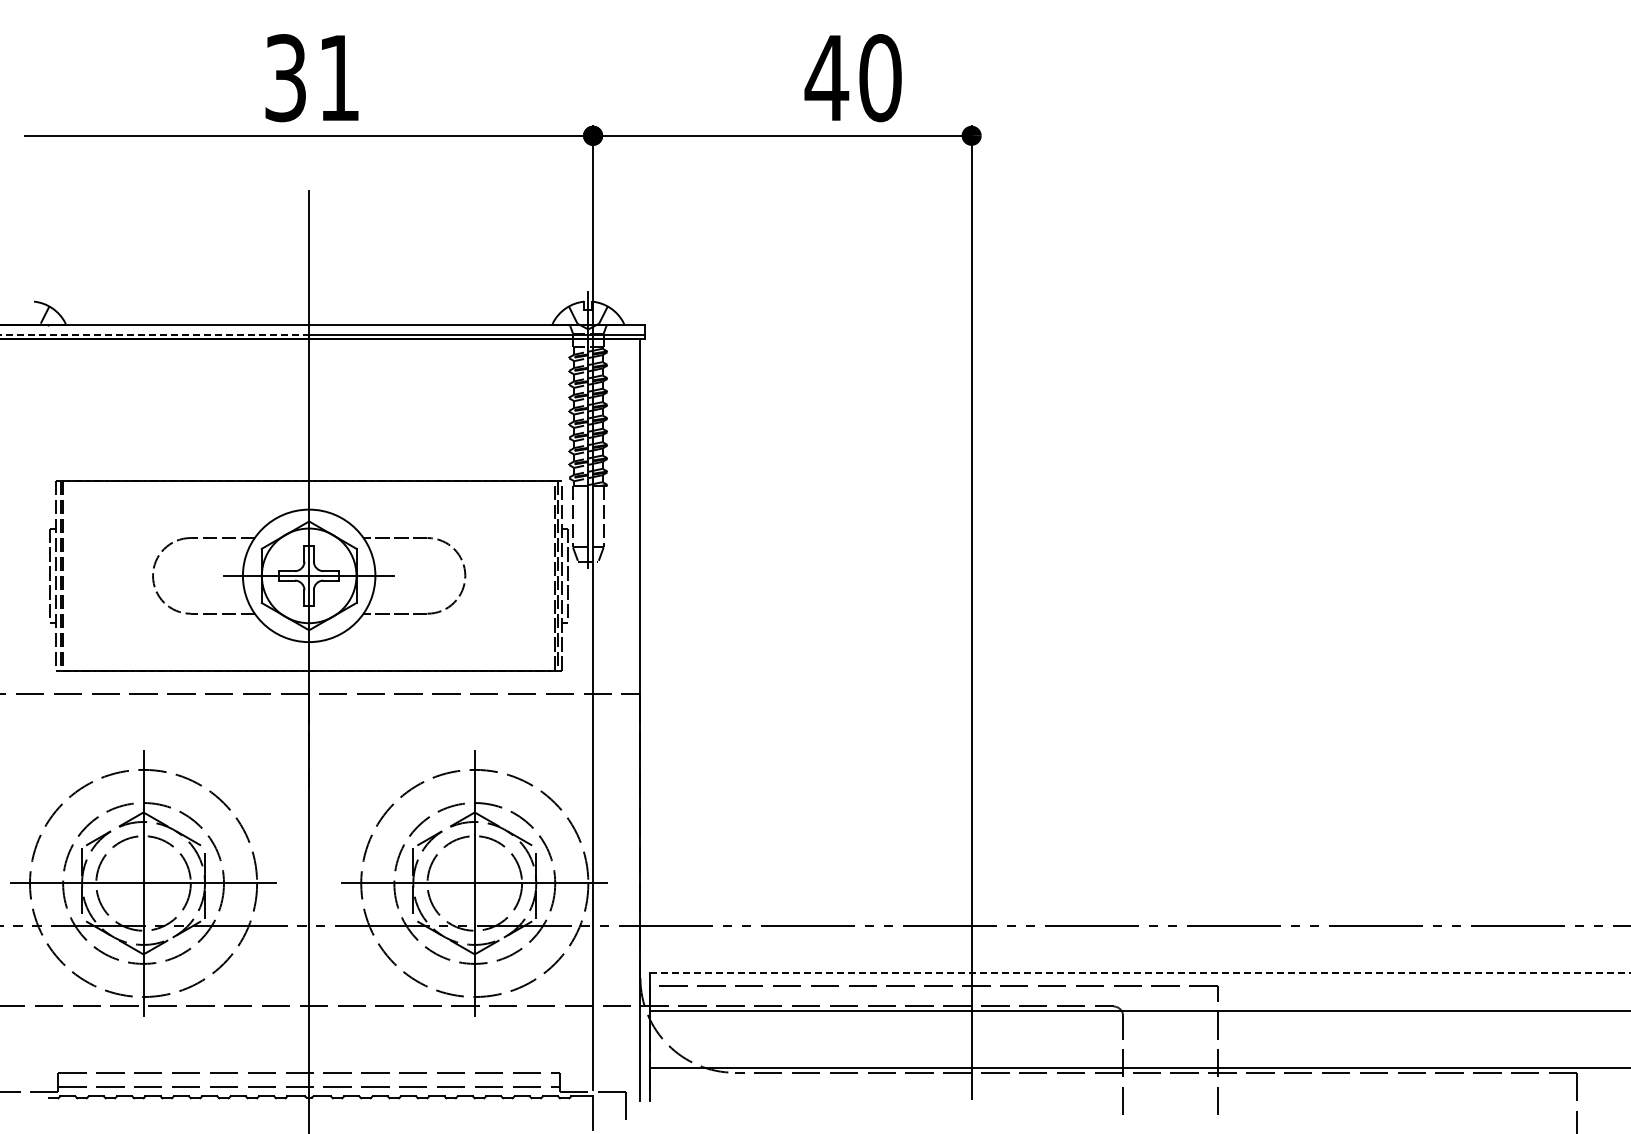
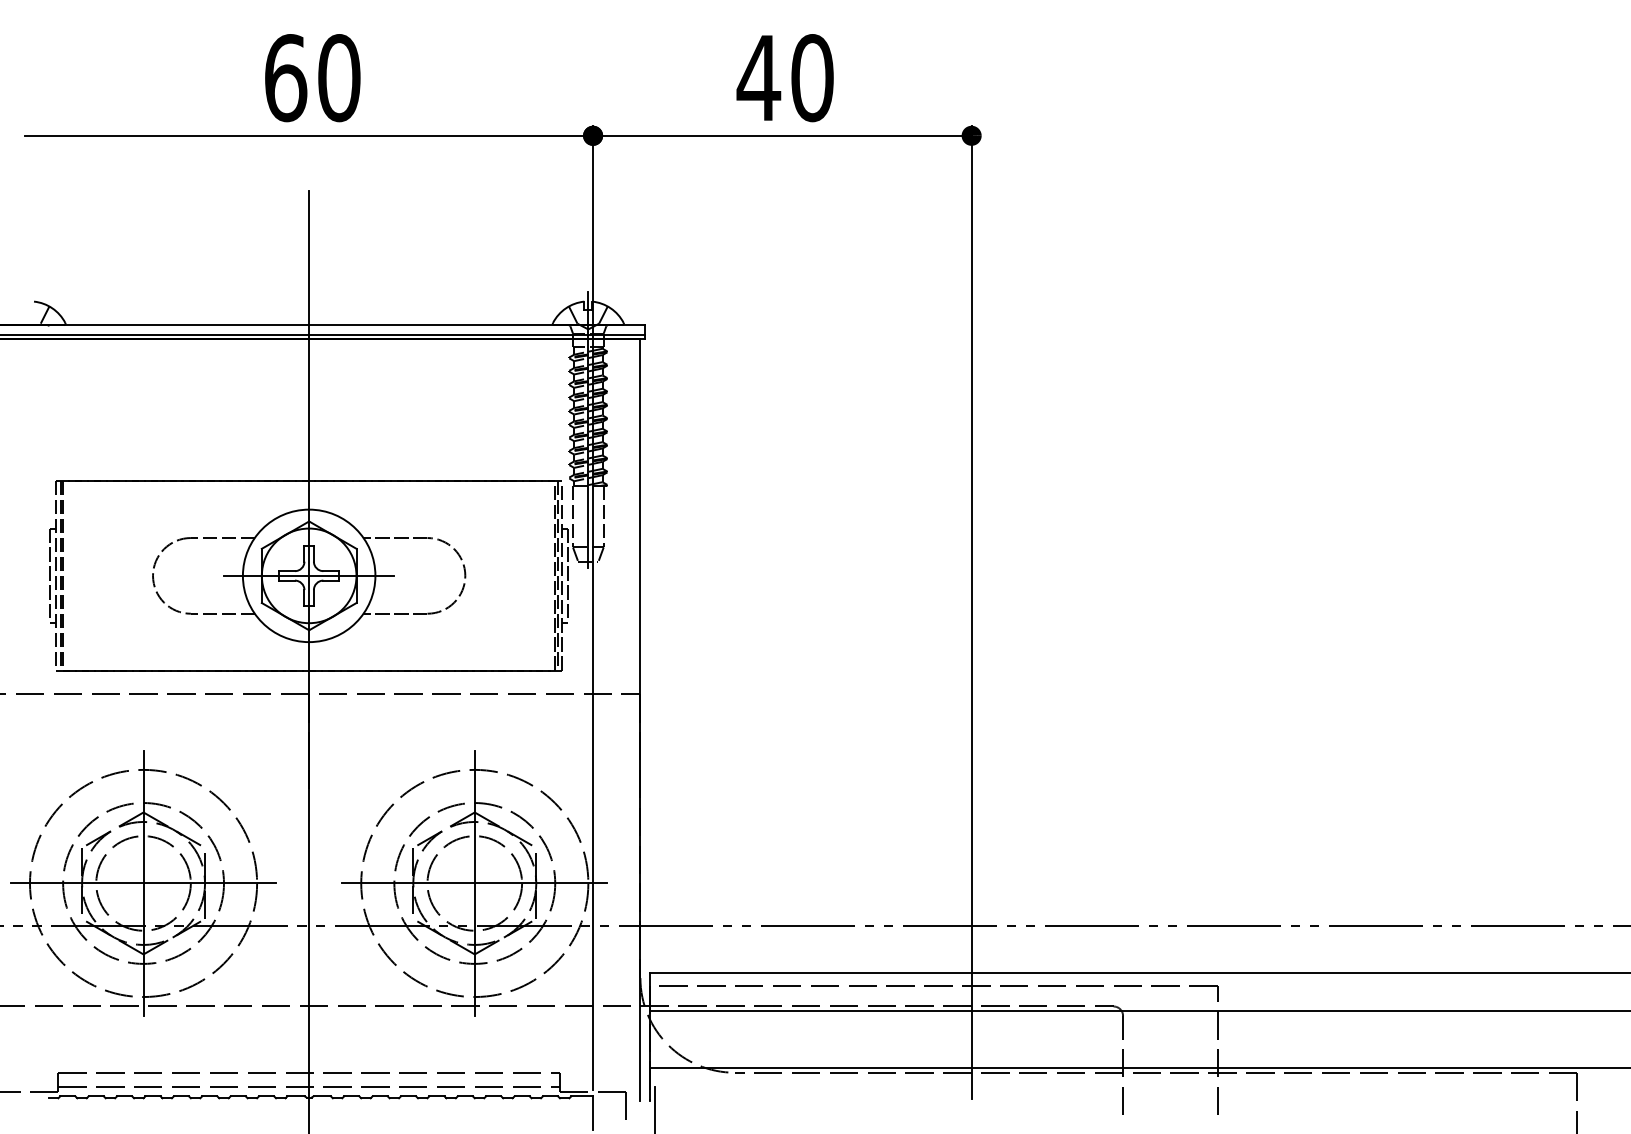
text at (312, 78): 31 -> 60
text at (852, 78) position: (852, 78) -> (784, 78)
line at (155, 334): dashed -> solid
line at (1140, 973): dashed -> solid
line at (654, 1108): none -> present
